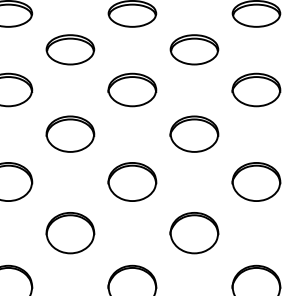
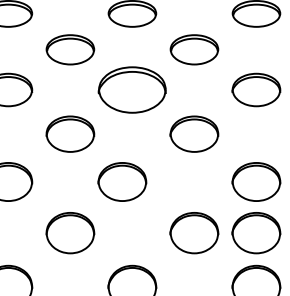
part at (132, 89) size: 51x36 px -> 70x48 px
part at (132, 181) position: (132, 181) -> (122, 181)
part at (256, 233): none -> present
